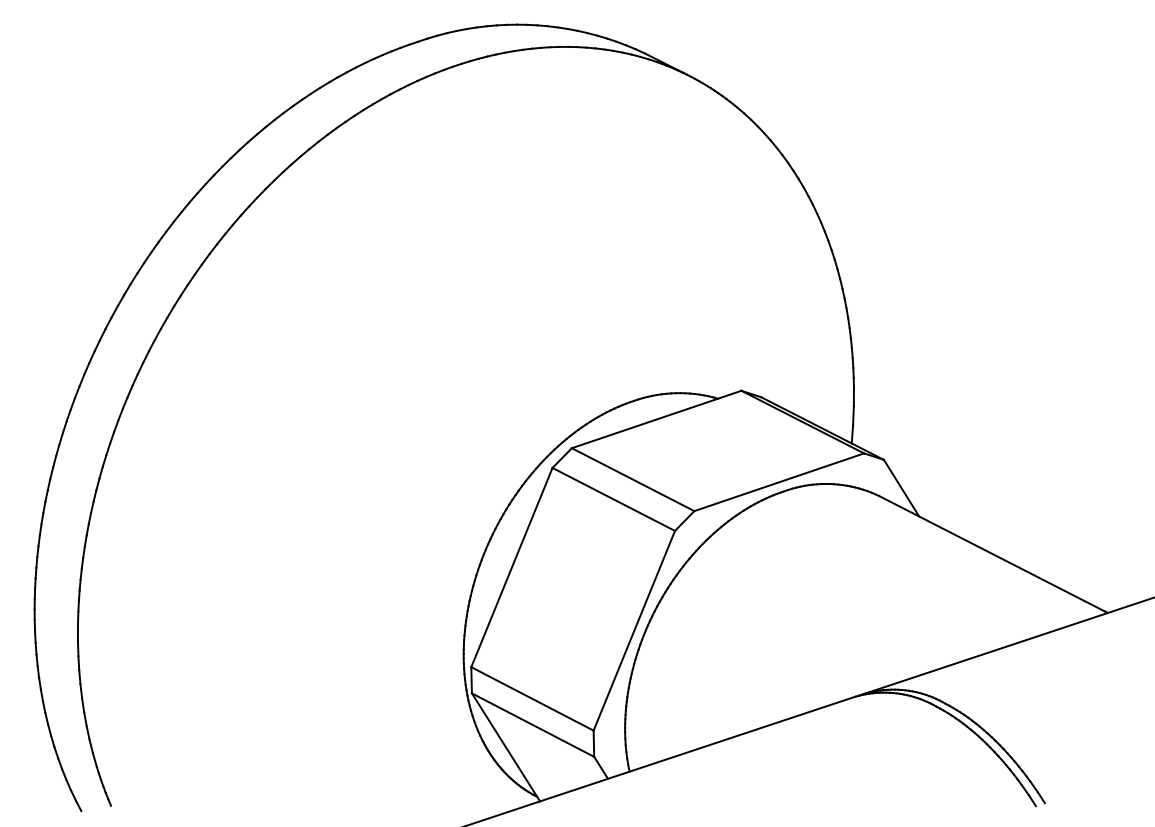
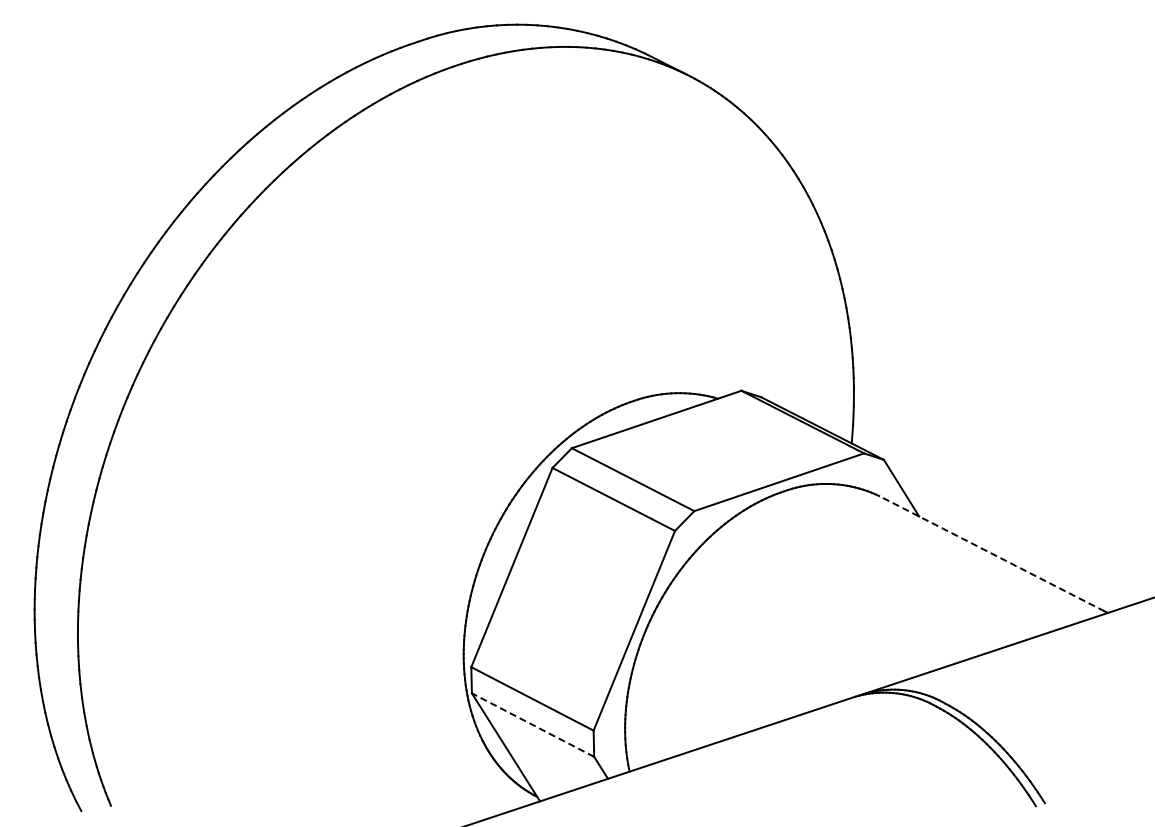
line at (991, 553): solid -> dashed
line at (533, 725): solid -> dashed
